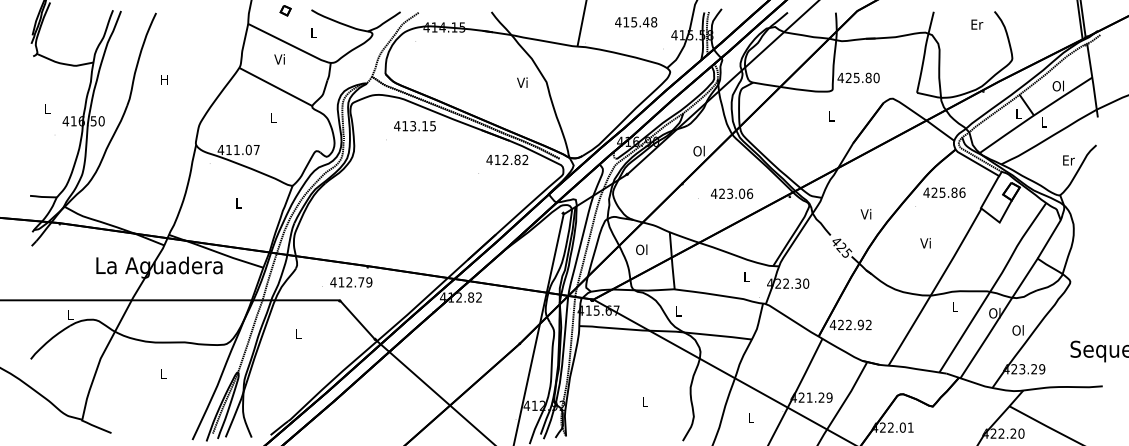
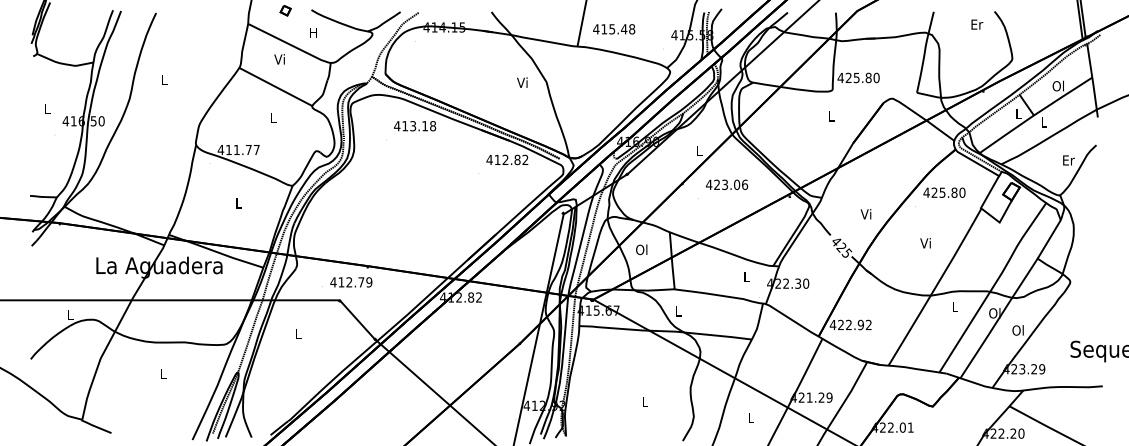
text at (636, 22) position: (636, 22) -> (614, 29)
text at (313, 32): L -> H
text at (164, 79): H -> L
text at (433, 126): 413.15 -> 413.18
text at (248, 149): 411.07 -> 411.77
text at (698, 150): Ol -> L
text at (962, 192): 425.86 -> 425.80
text at (731, 193) position: (731, 193) -> (726, 184)
